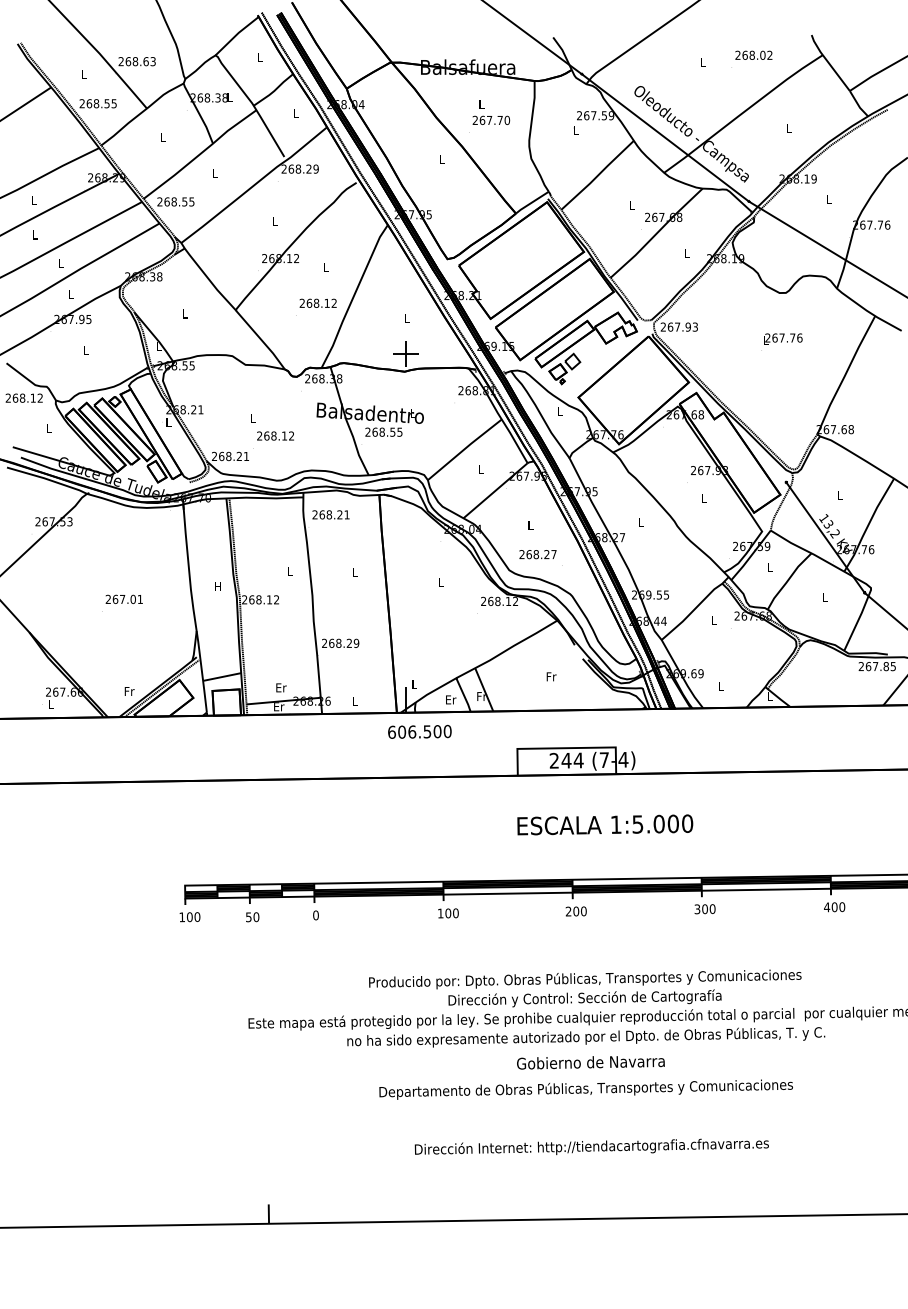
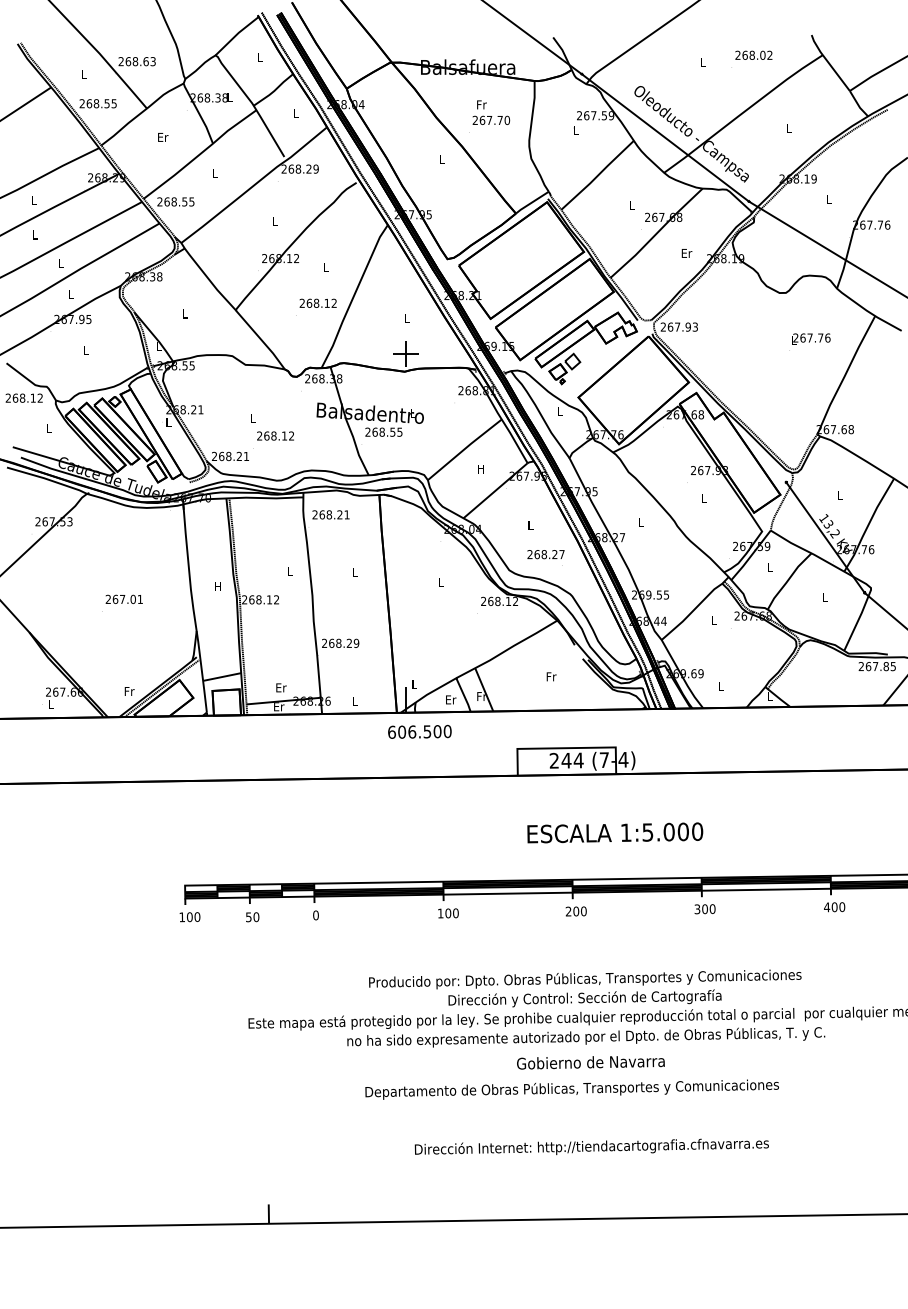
text at (481, 104): L -> Fr
text at (163, 137): L -> Er
text at (686, 253): L -> Er
text at (781, 341) position: (781, 341) -> (809, 341)
text at (480, 469): L -> H
text at (537, 554) position: (537, 554) -> (545, 554)
text at (605, 824) position: (605, 824) -> (615, 832)
text at (585, 1089) position: (585, 1089) -> (571, 1089)
